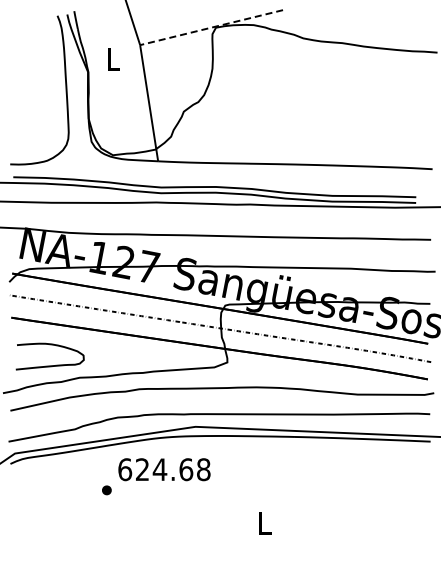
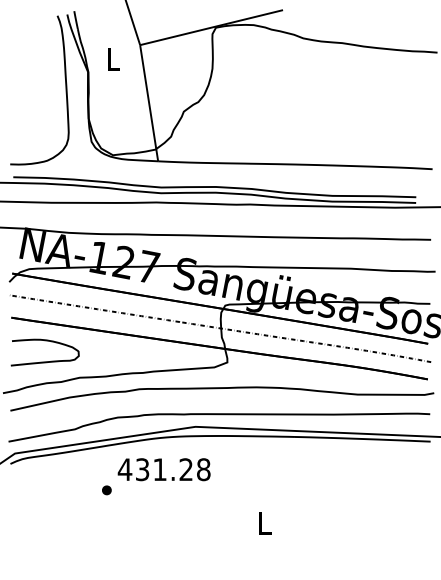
line at (211, 27): dashed -> solid
curve at (49, 365) position: (49, 365) -> (44, 361)
text at (155, 469): 624.68 -> 431.28
